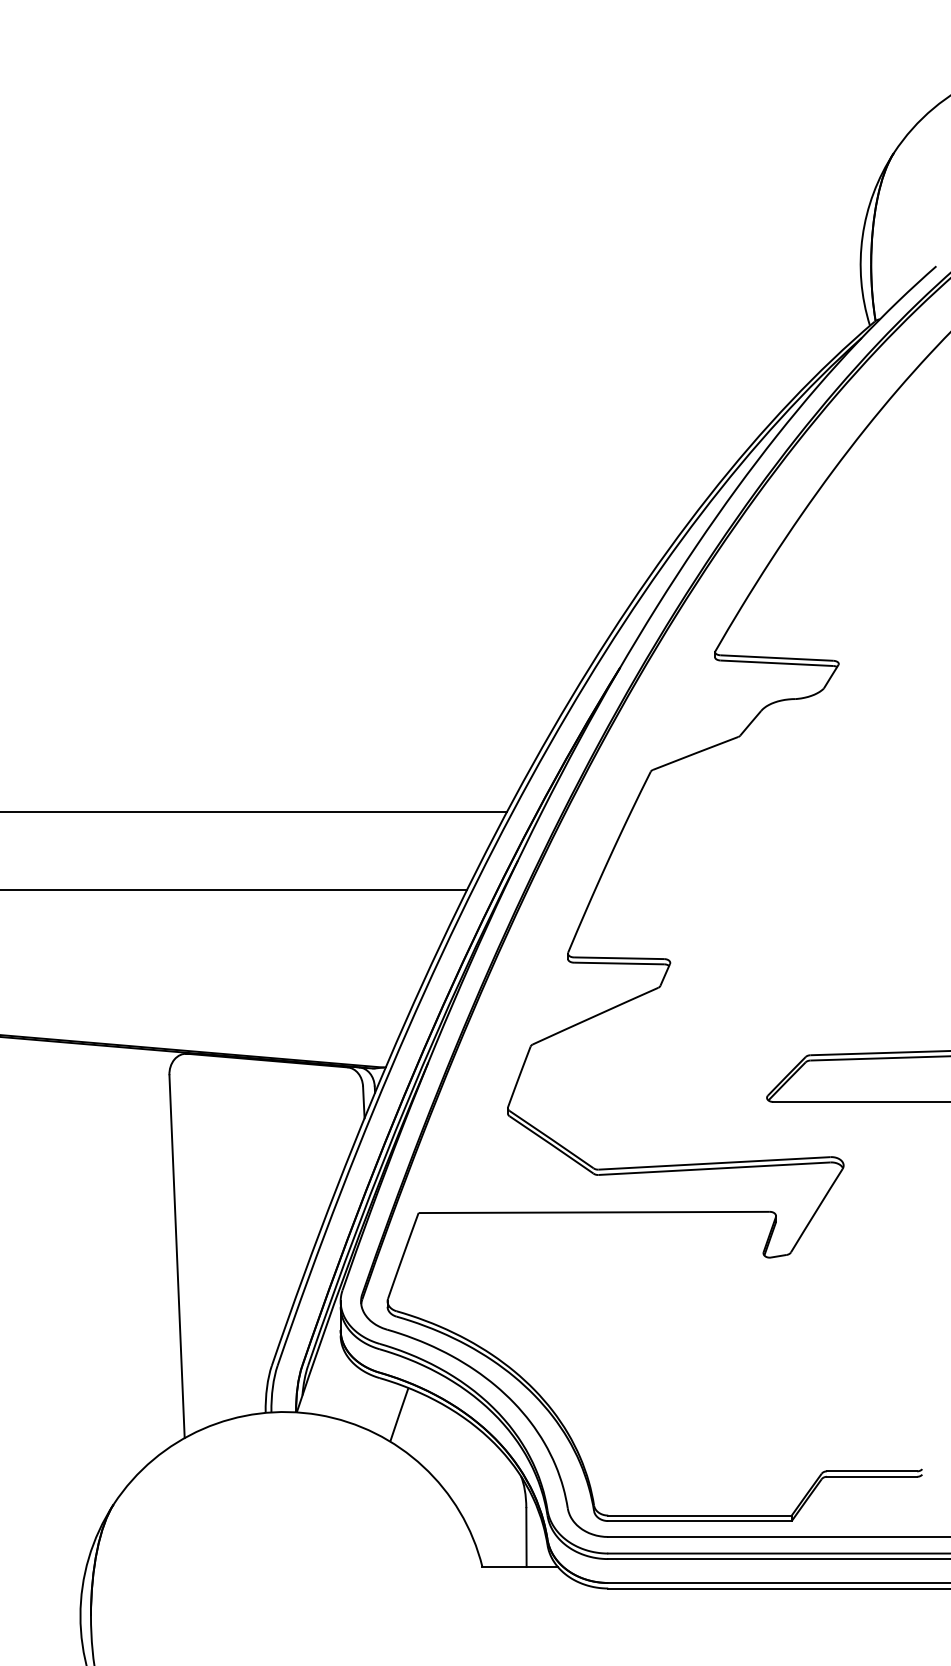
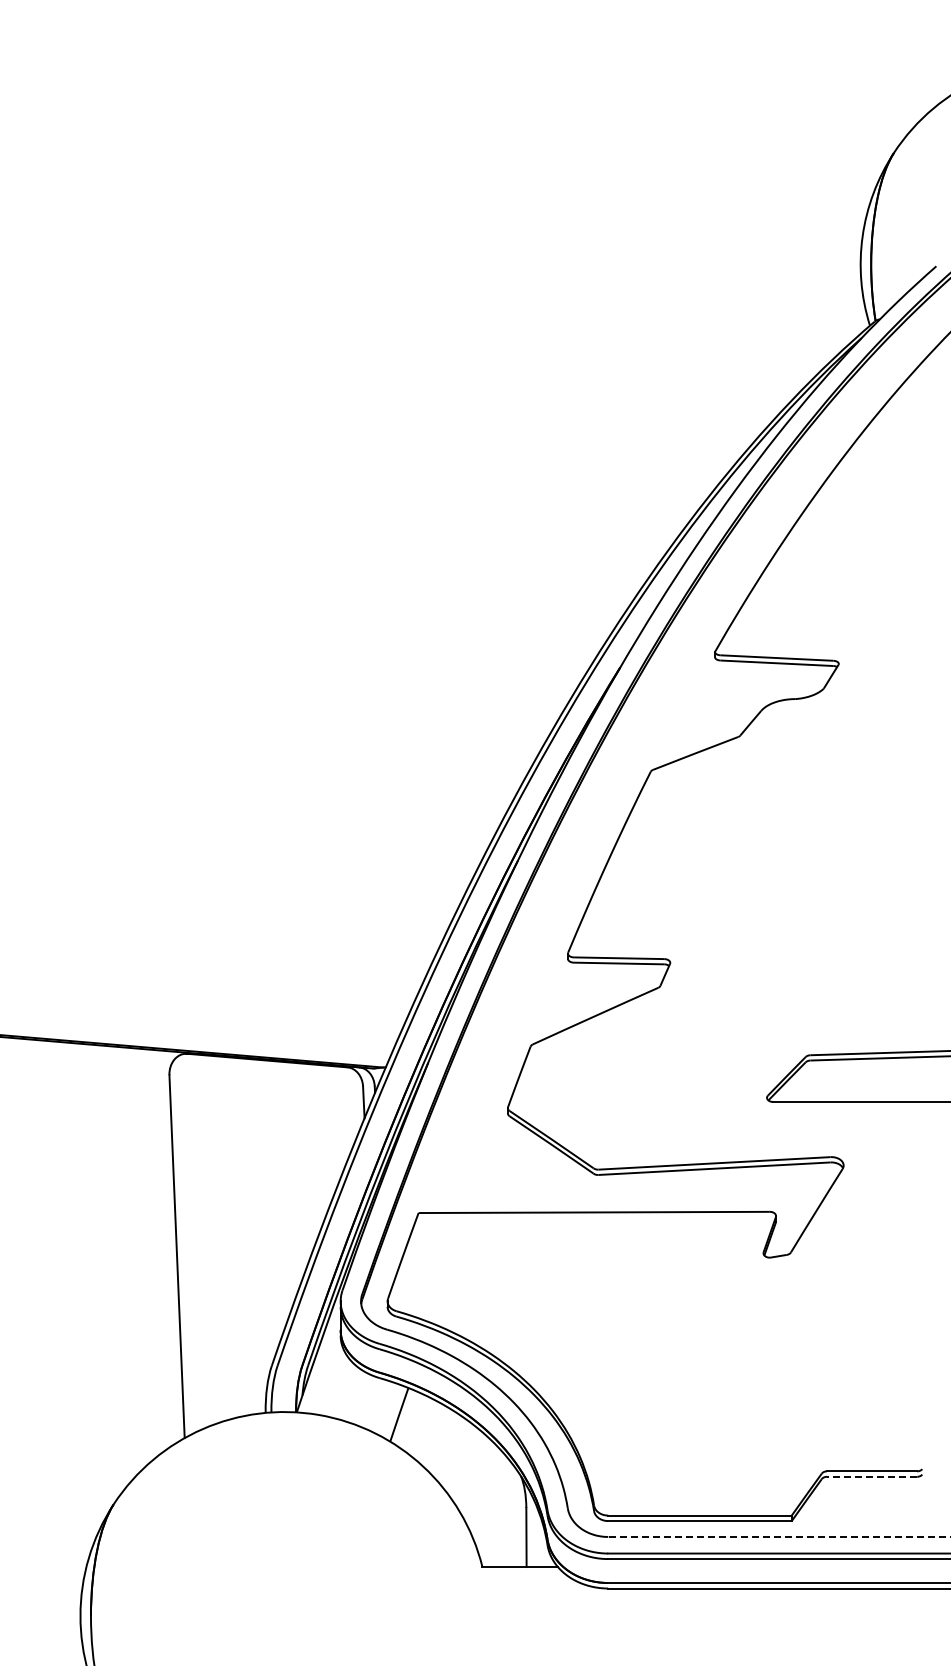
line at (254, 812): present -> none
line at (234, 889): present -> none
line at (871, 1476): solid -> dashed
line at (779, 1536): solid -> dashed
